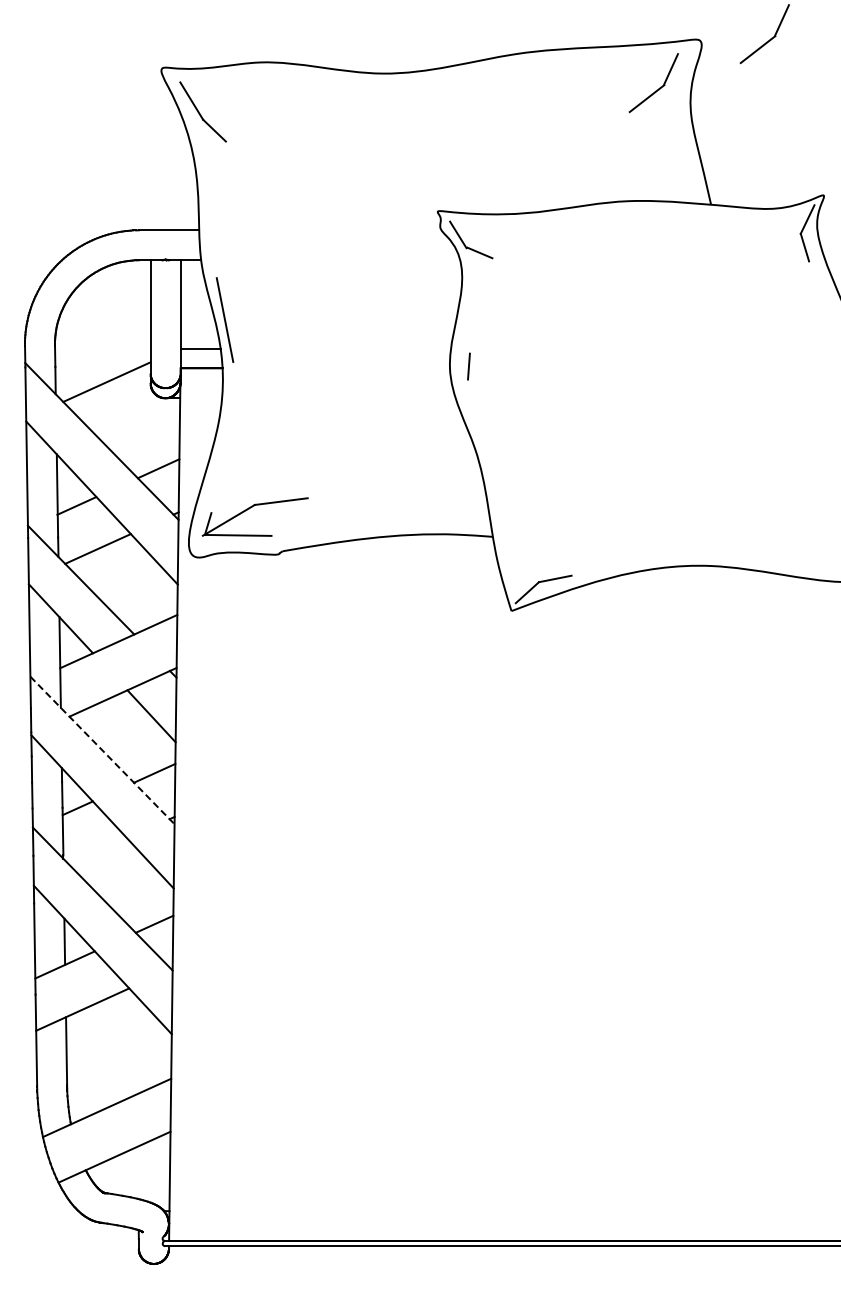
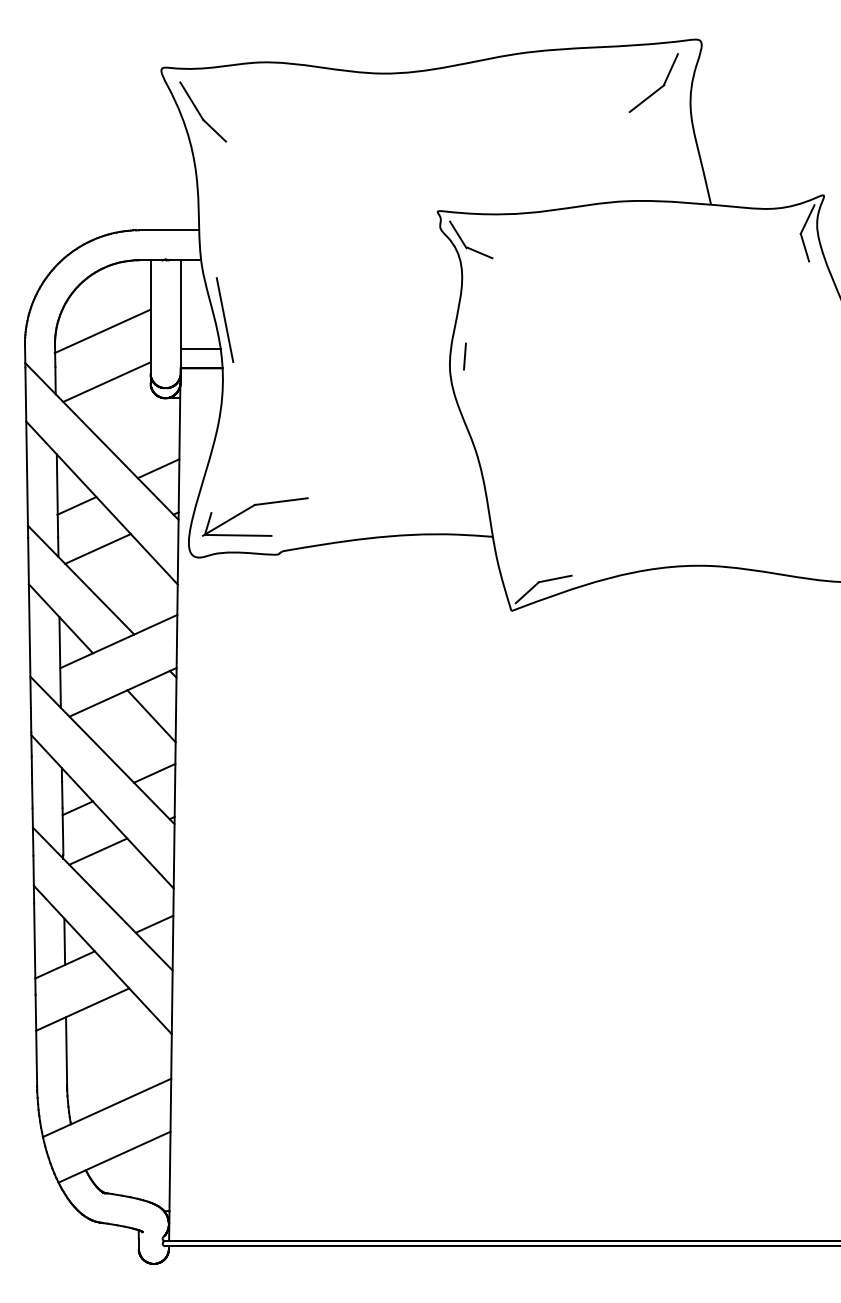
part at (769, 39): present -> none
line at (102, 331): none -> present
line at (468, 366) position: (468, 366) -> (464, 356)
line at (102, 750): dashed -> solid
line at (98, 851): none -> present
